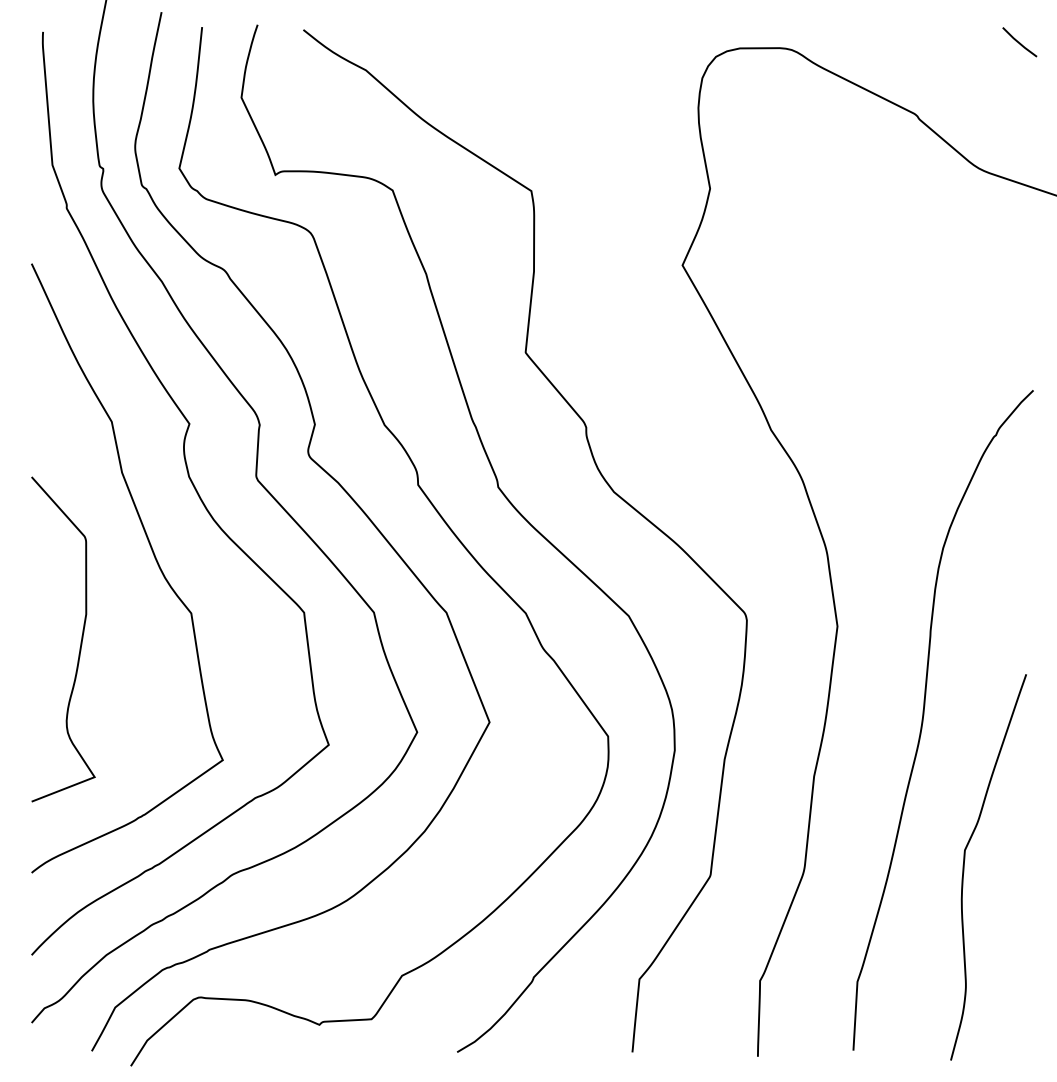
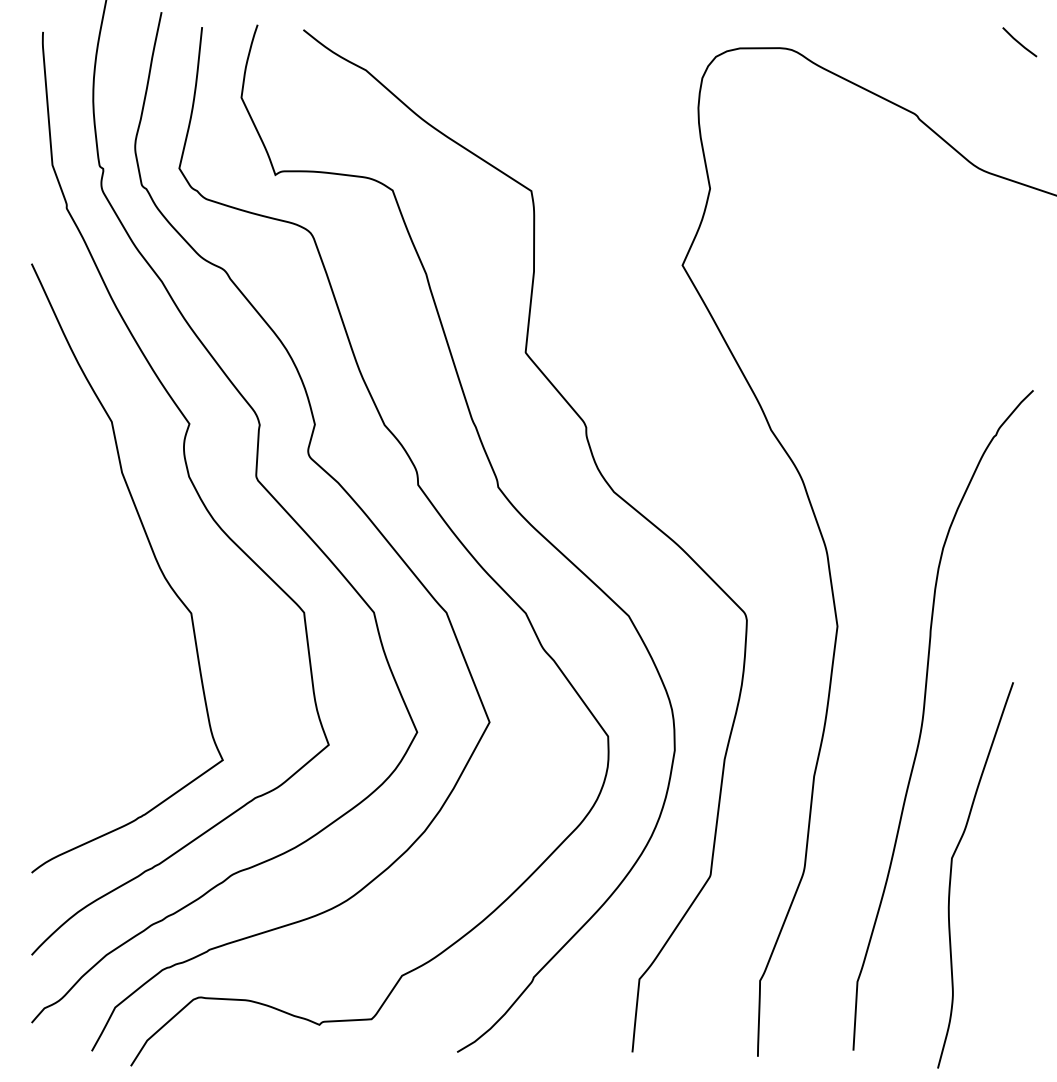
curve at (80, 641): present -> none
curve at (964, 867) position: (964, 867) -> (951, 875)
